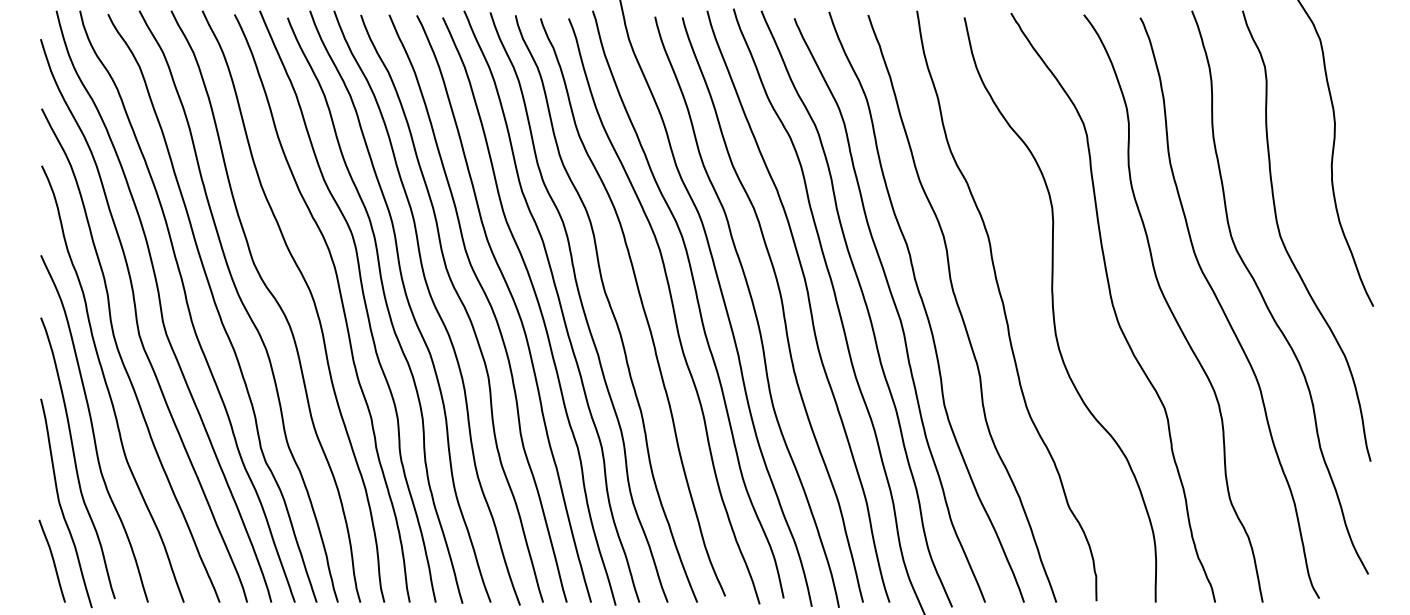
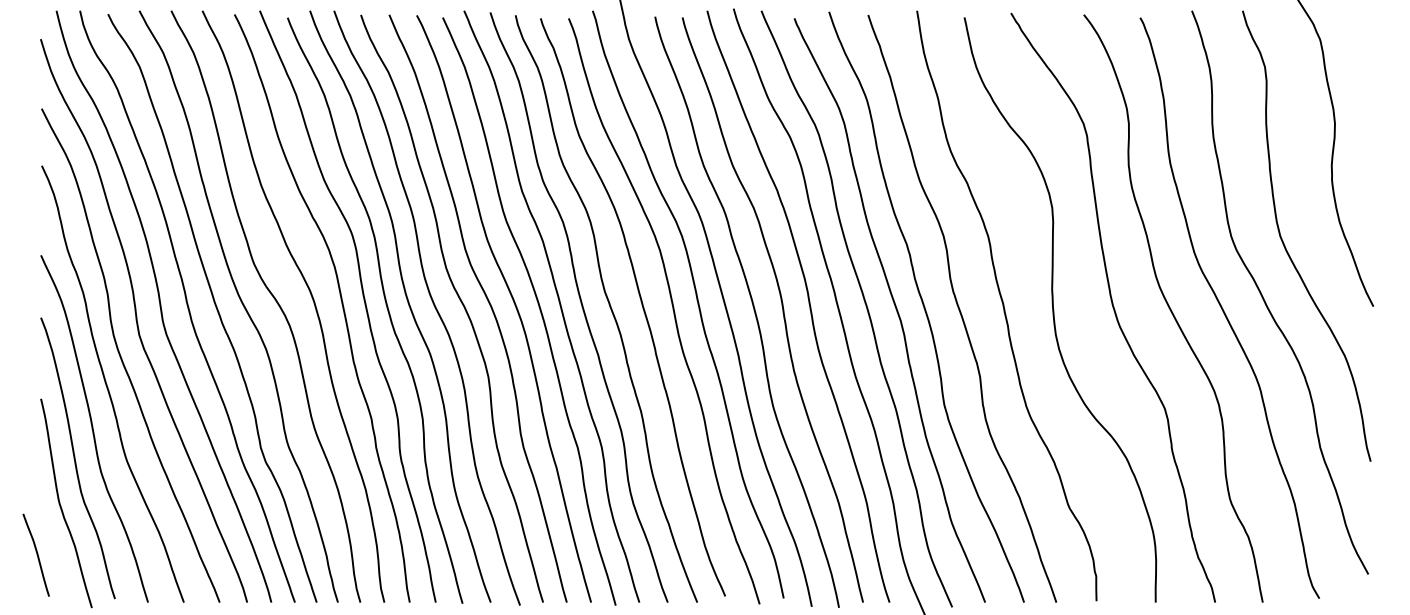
curve at (52, 560) position: (52, 560) -> (36, 554)
